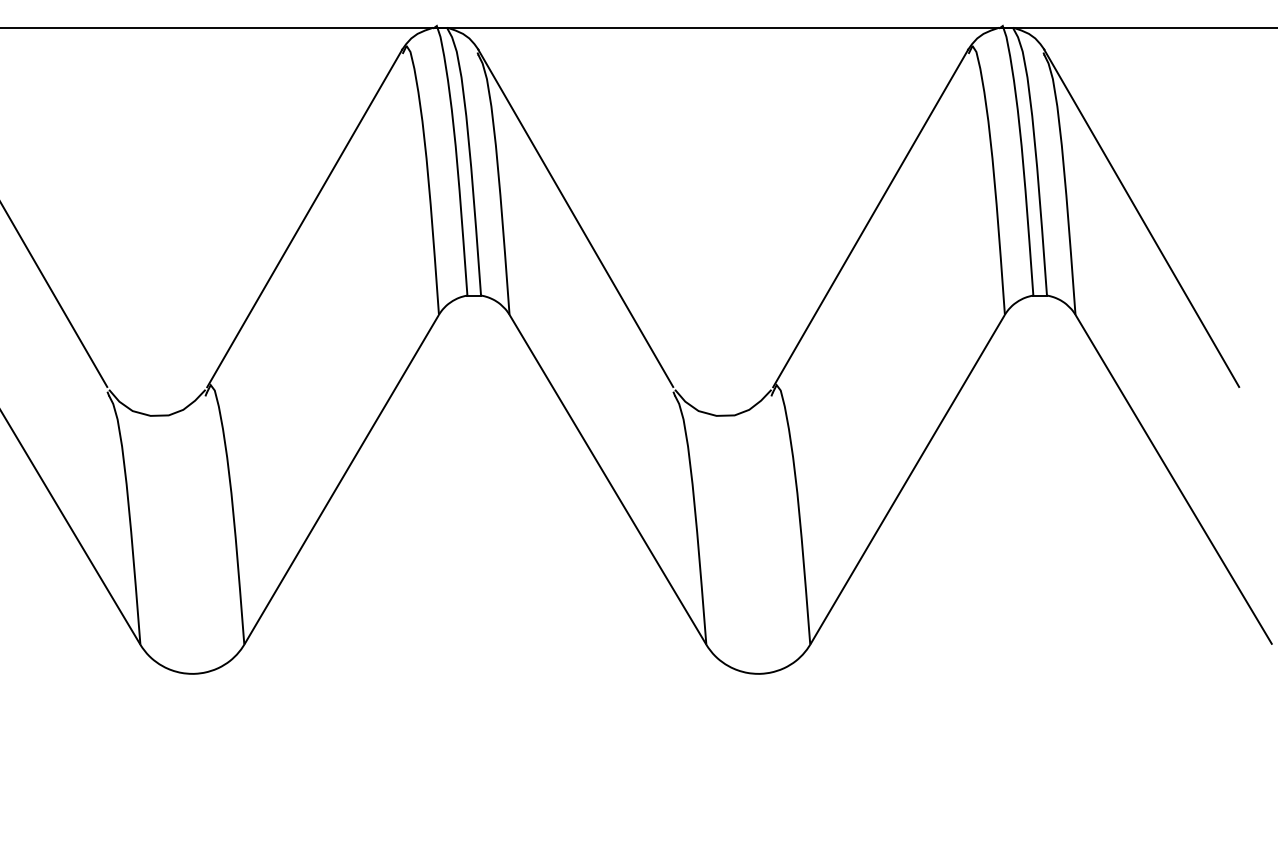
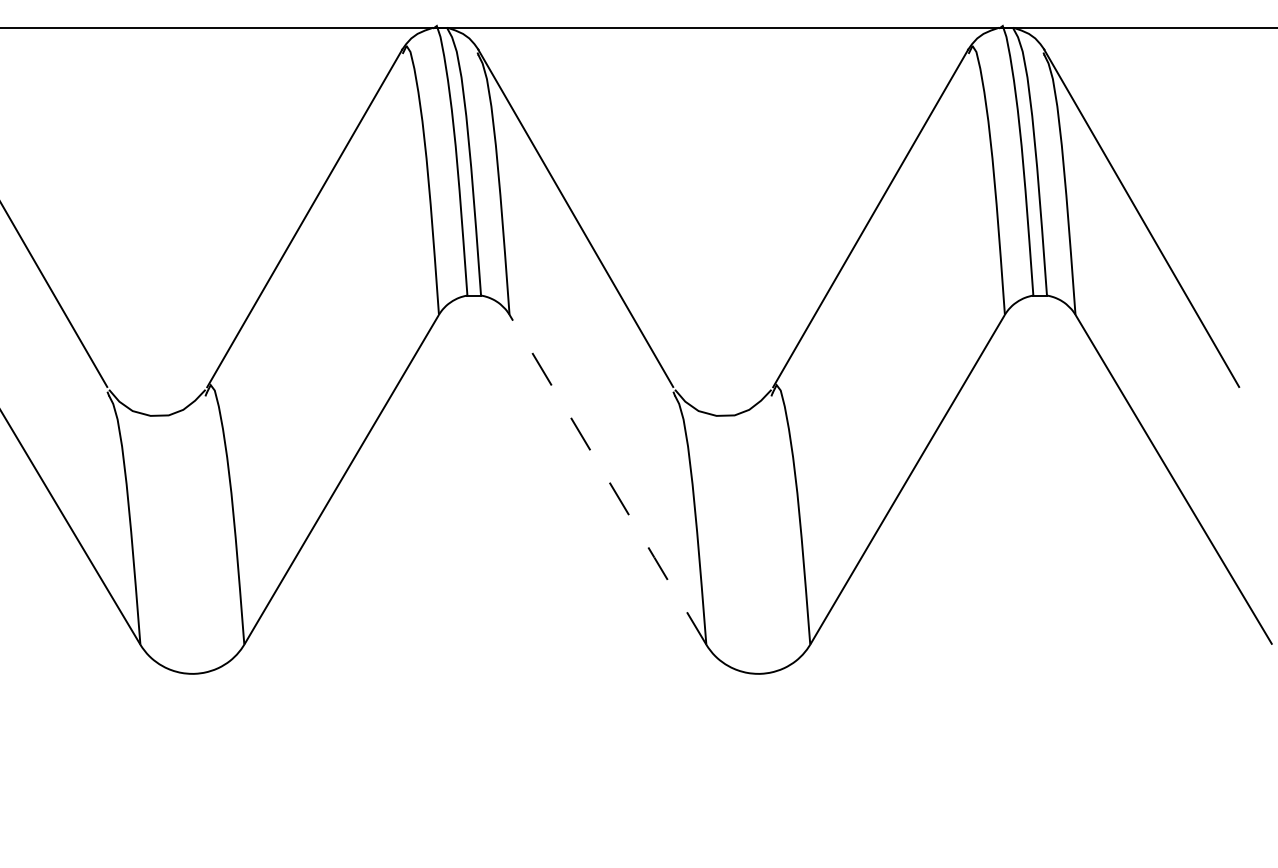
line at (608, 480): solid -> dashed
